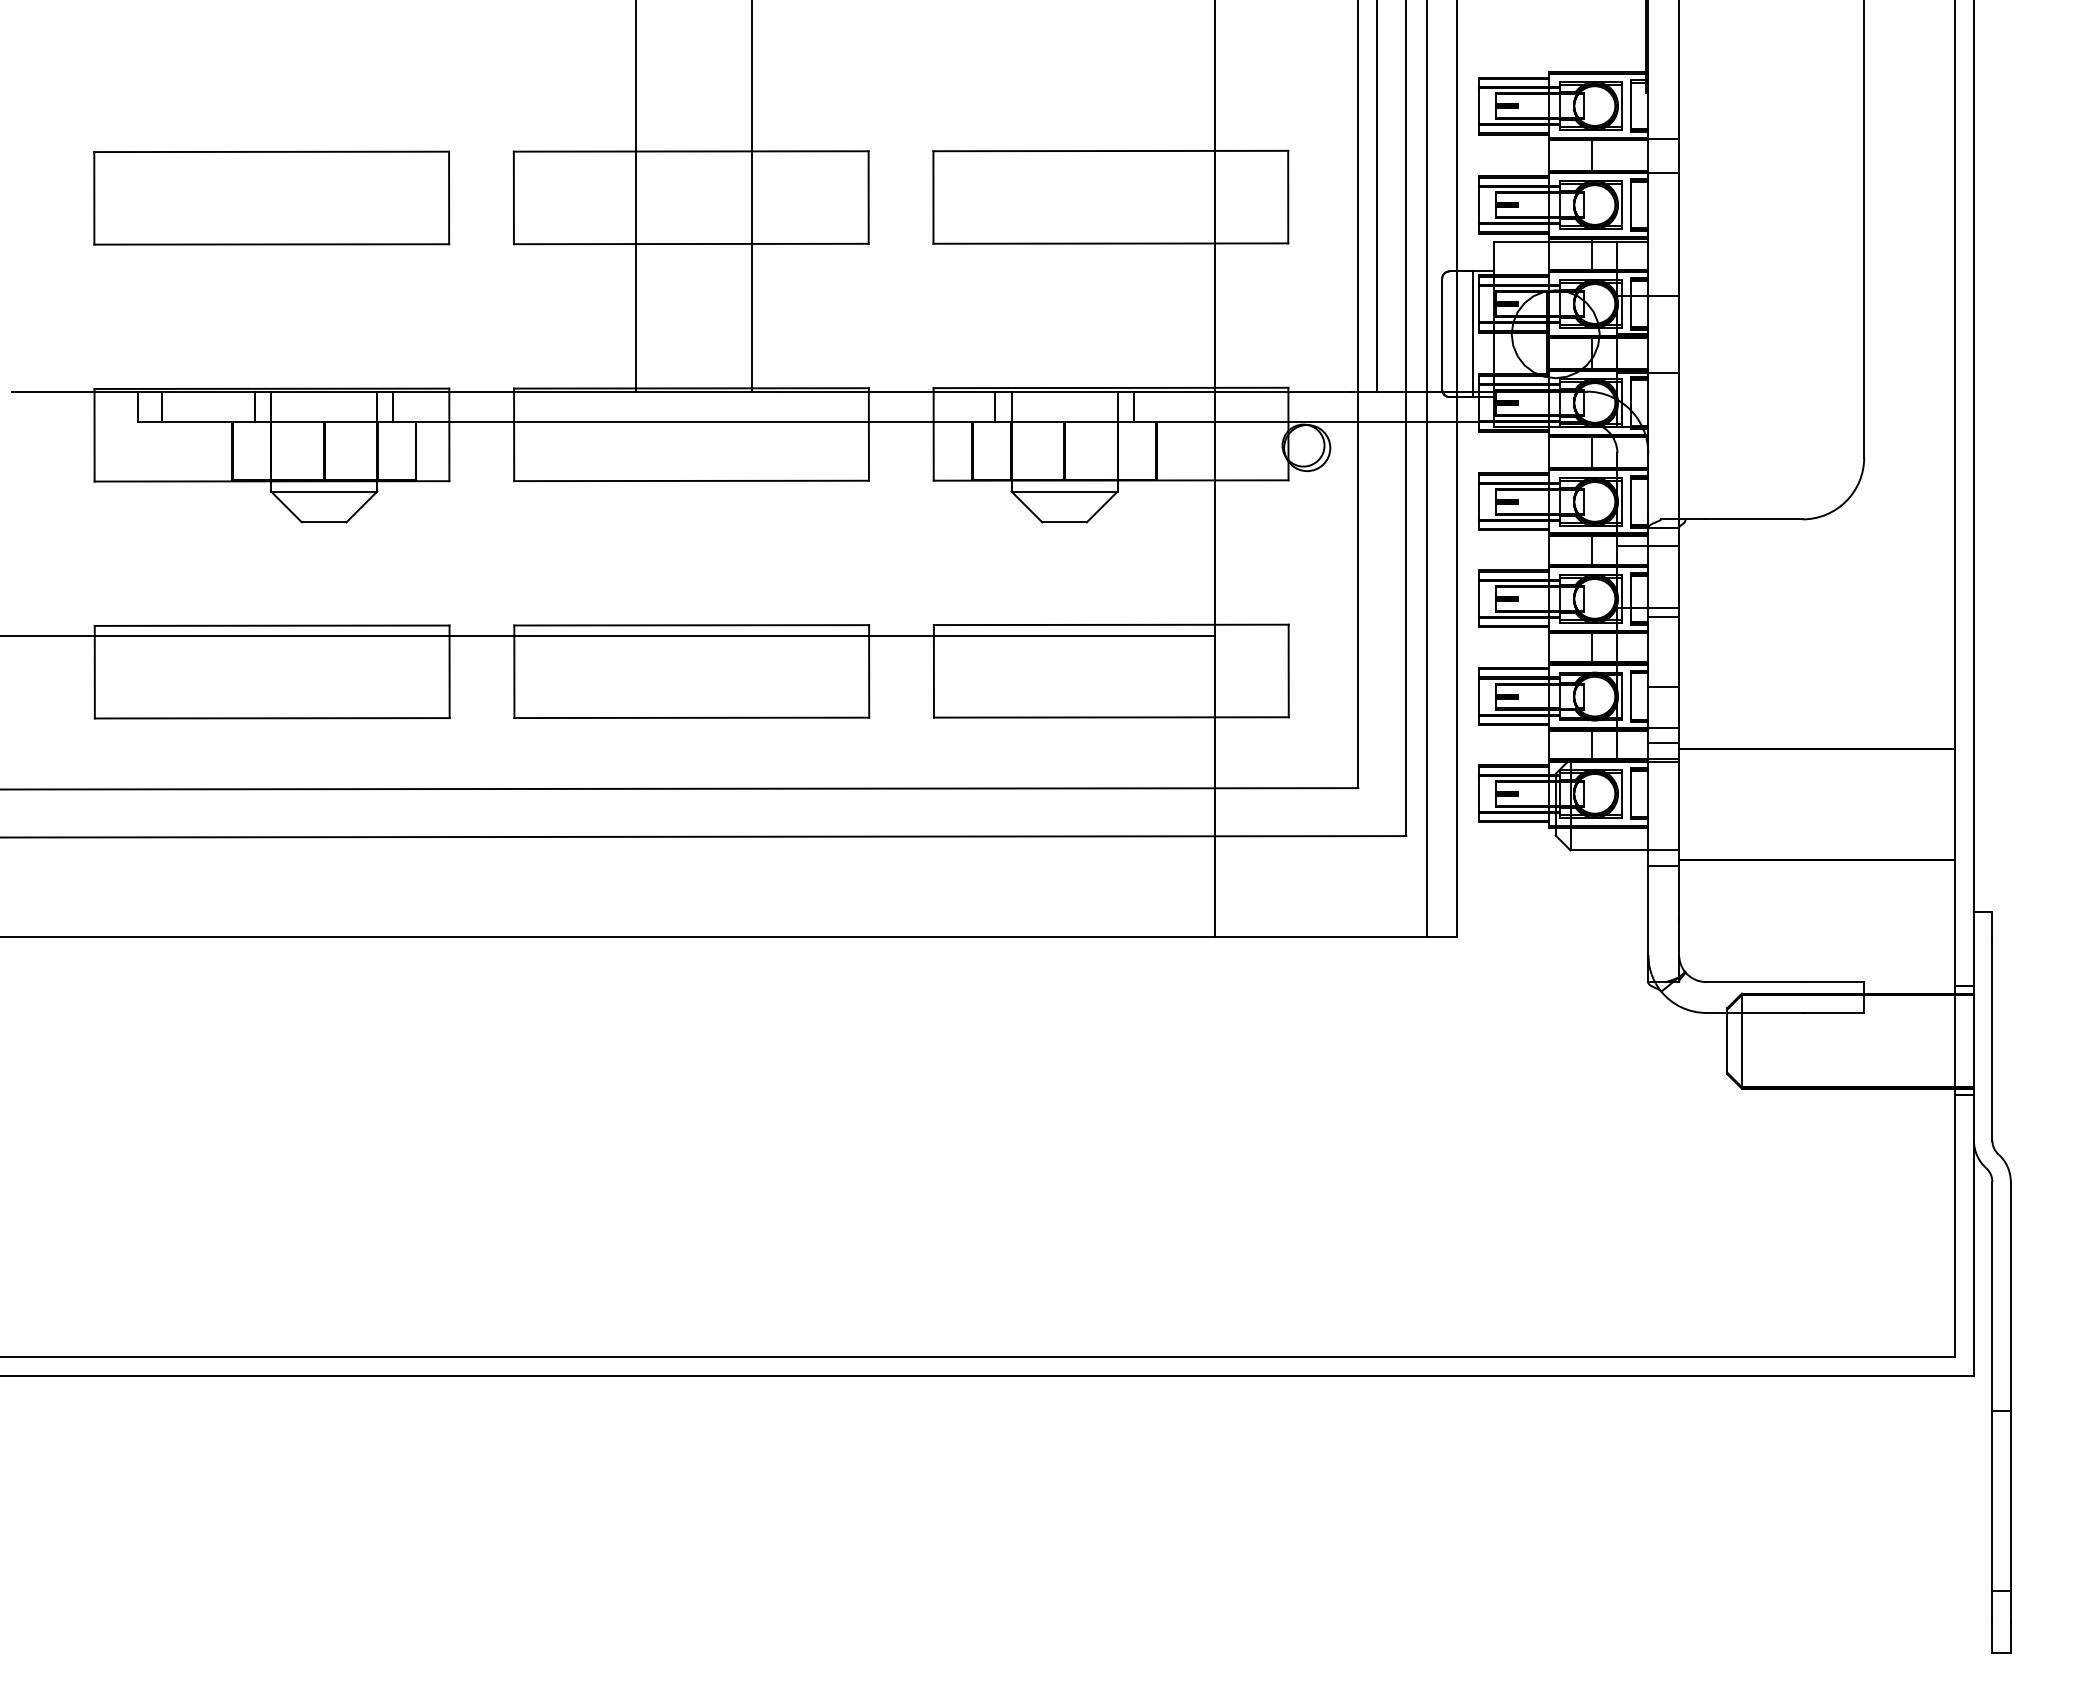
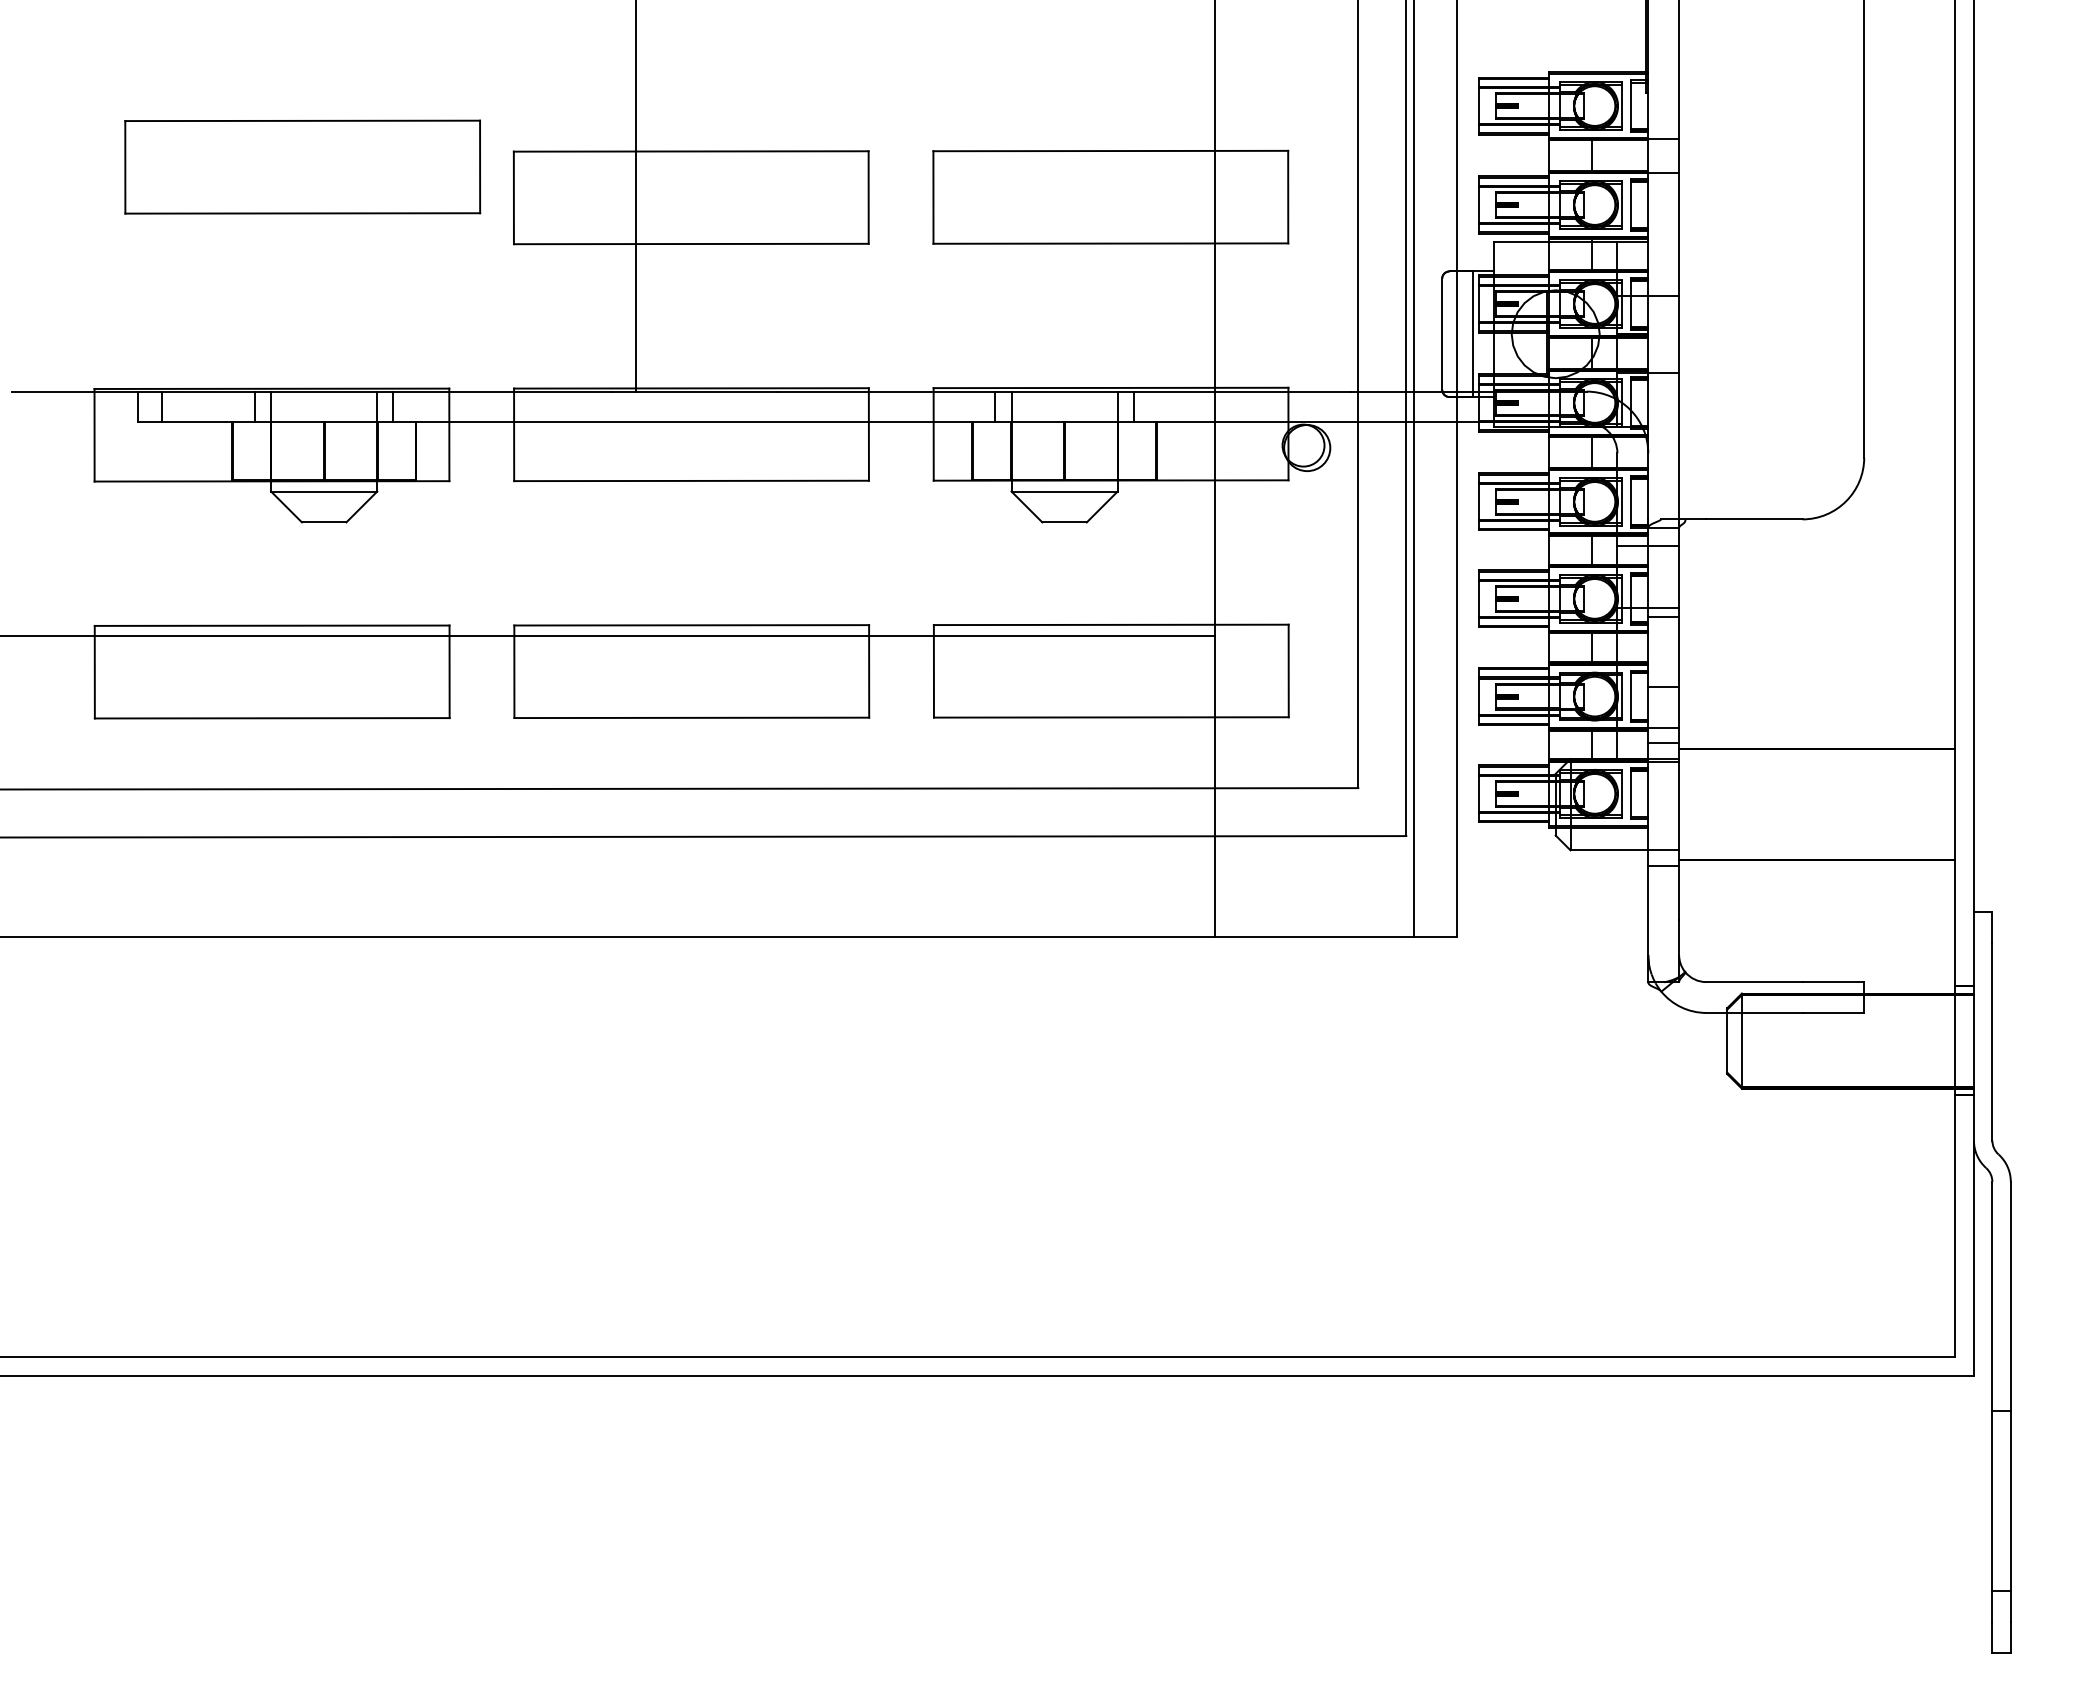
line at (752, 196): present -> none
line at (1376, 196): present -> none
part at (271, 197) position: (271, 197) -> (302, 166)
line at (1426, 469) position: (1426, 469) -> (1413, 469)
